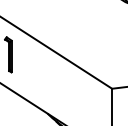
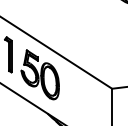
part at (39, 74): none -> present
